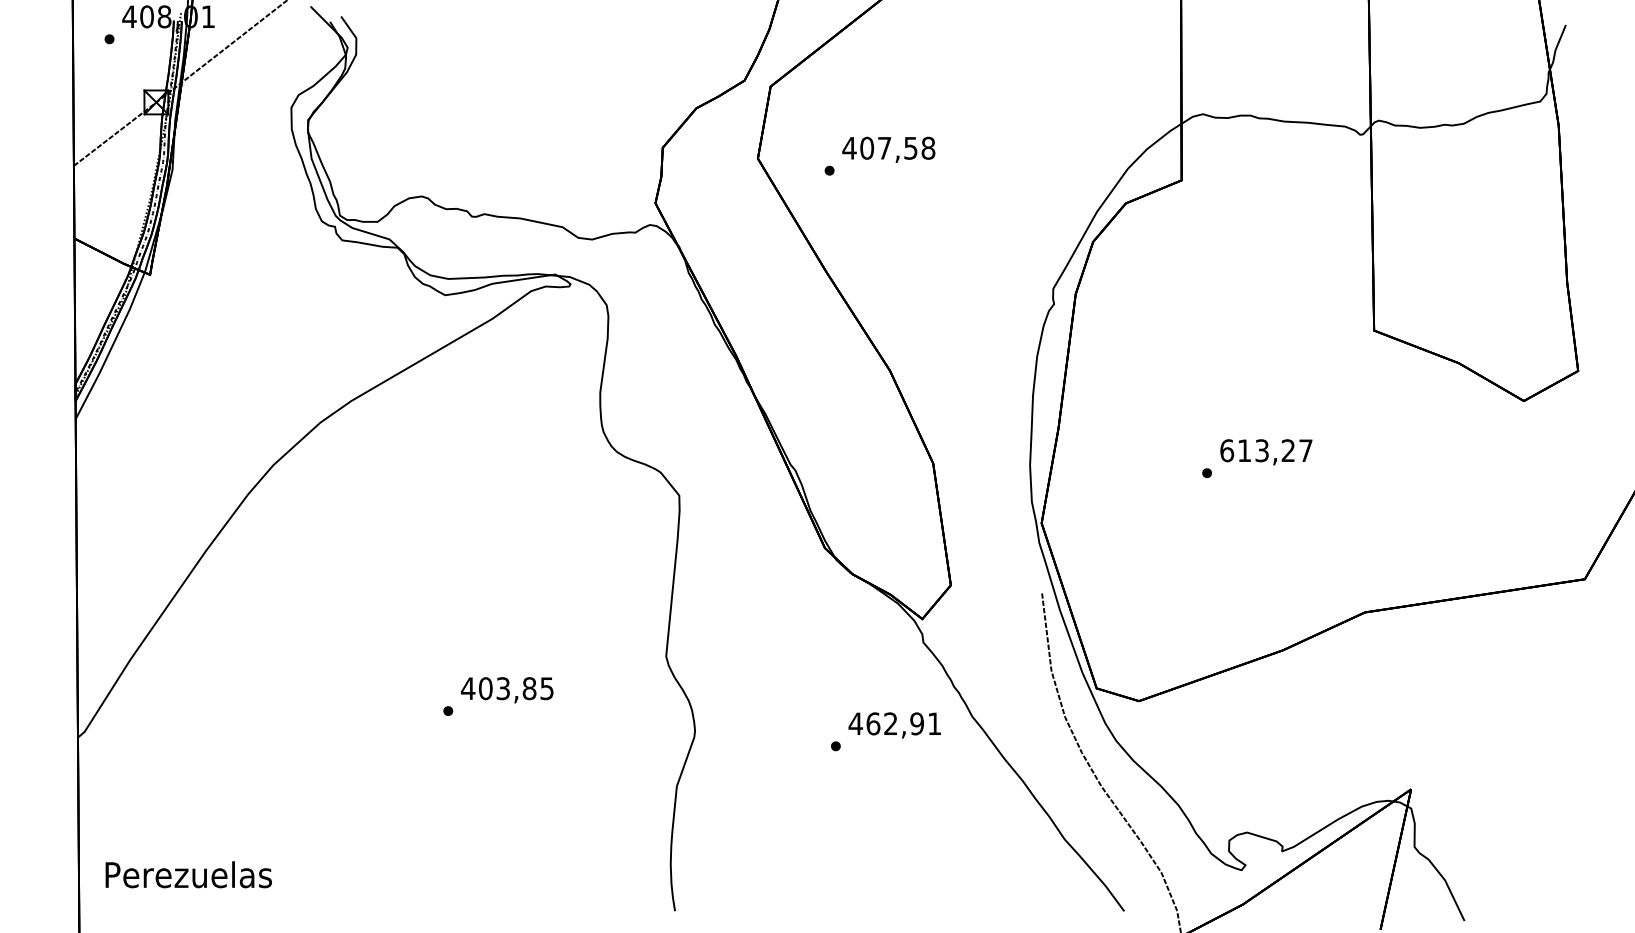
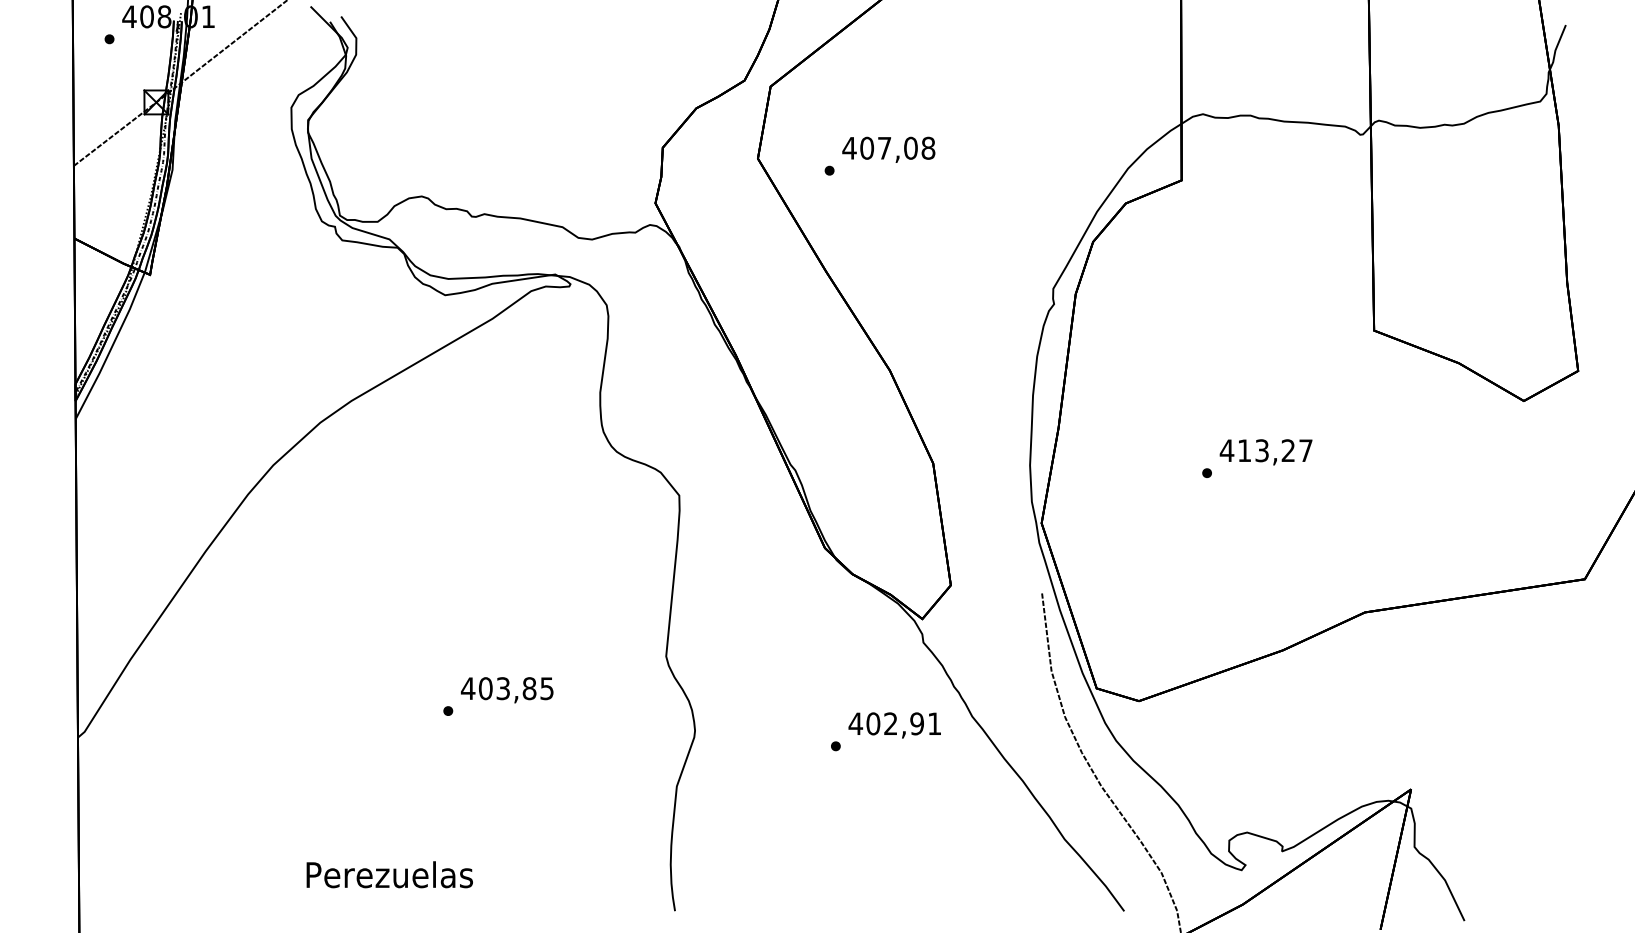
text at (910, 147): 407,58 -> 407,08
text at (1226, 450): 613,27 -> 413,27
text at (873, 723): 462,91 -> 402,91
text at (188, 874) position: (188, 874) -> (389, 874)
